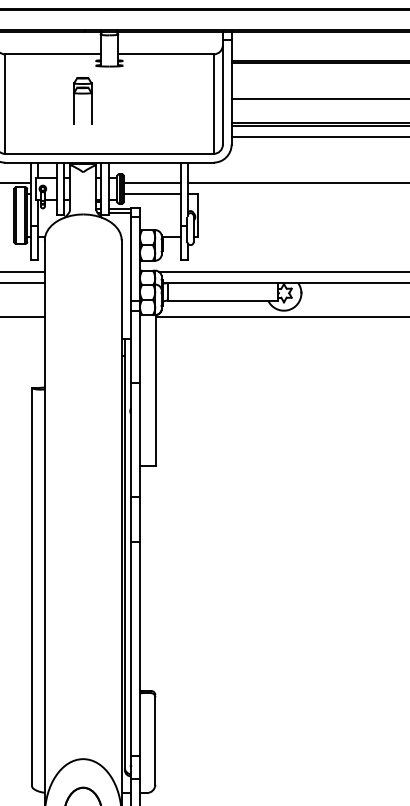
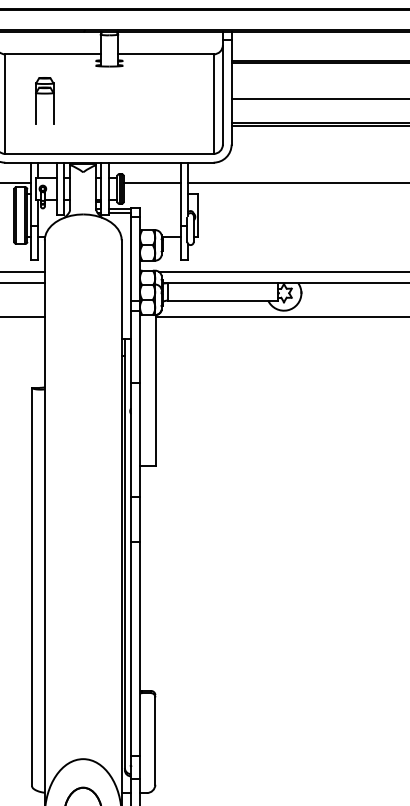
part at (82, 100) position: (82, 100) -> (44, 100)
line at (318, 136): present -> none
line at (151, 193): present -> none
